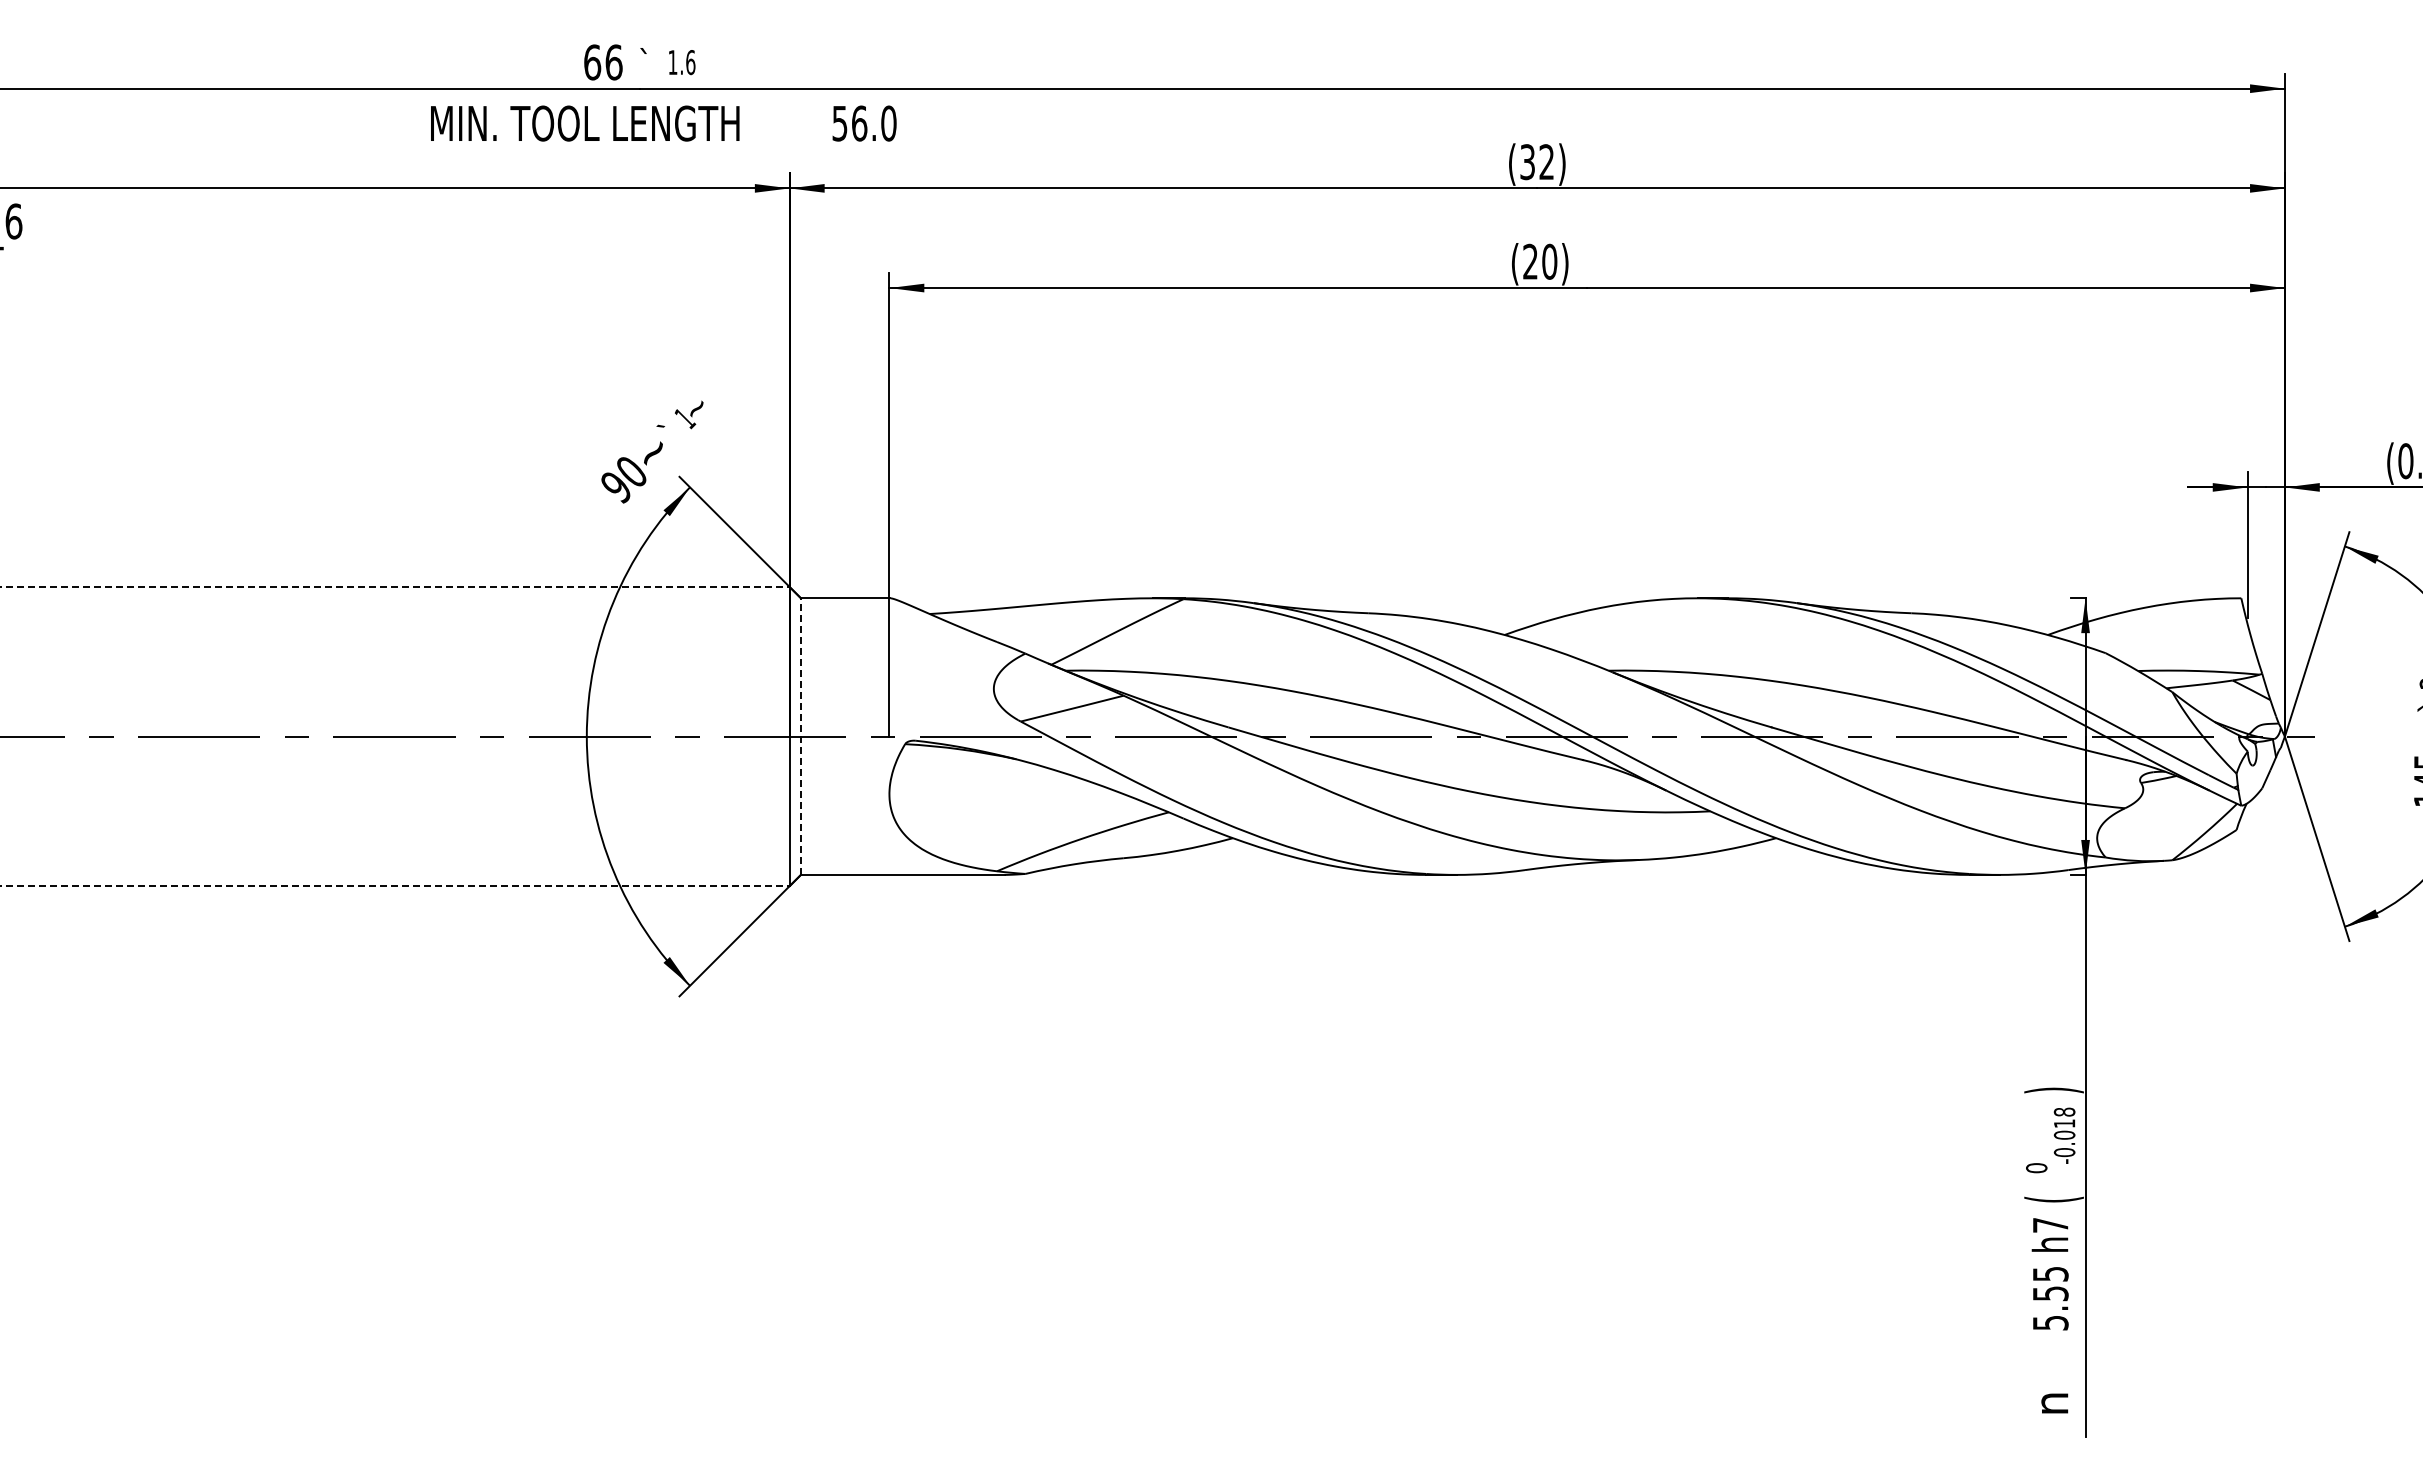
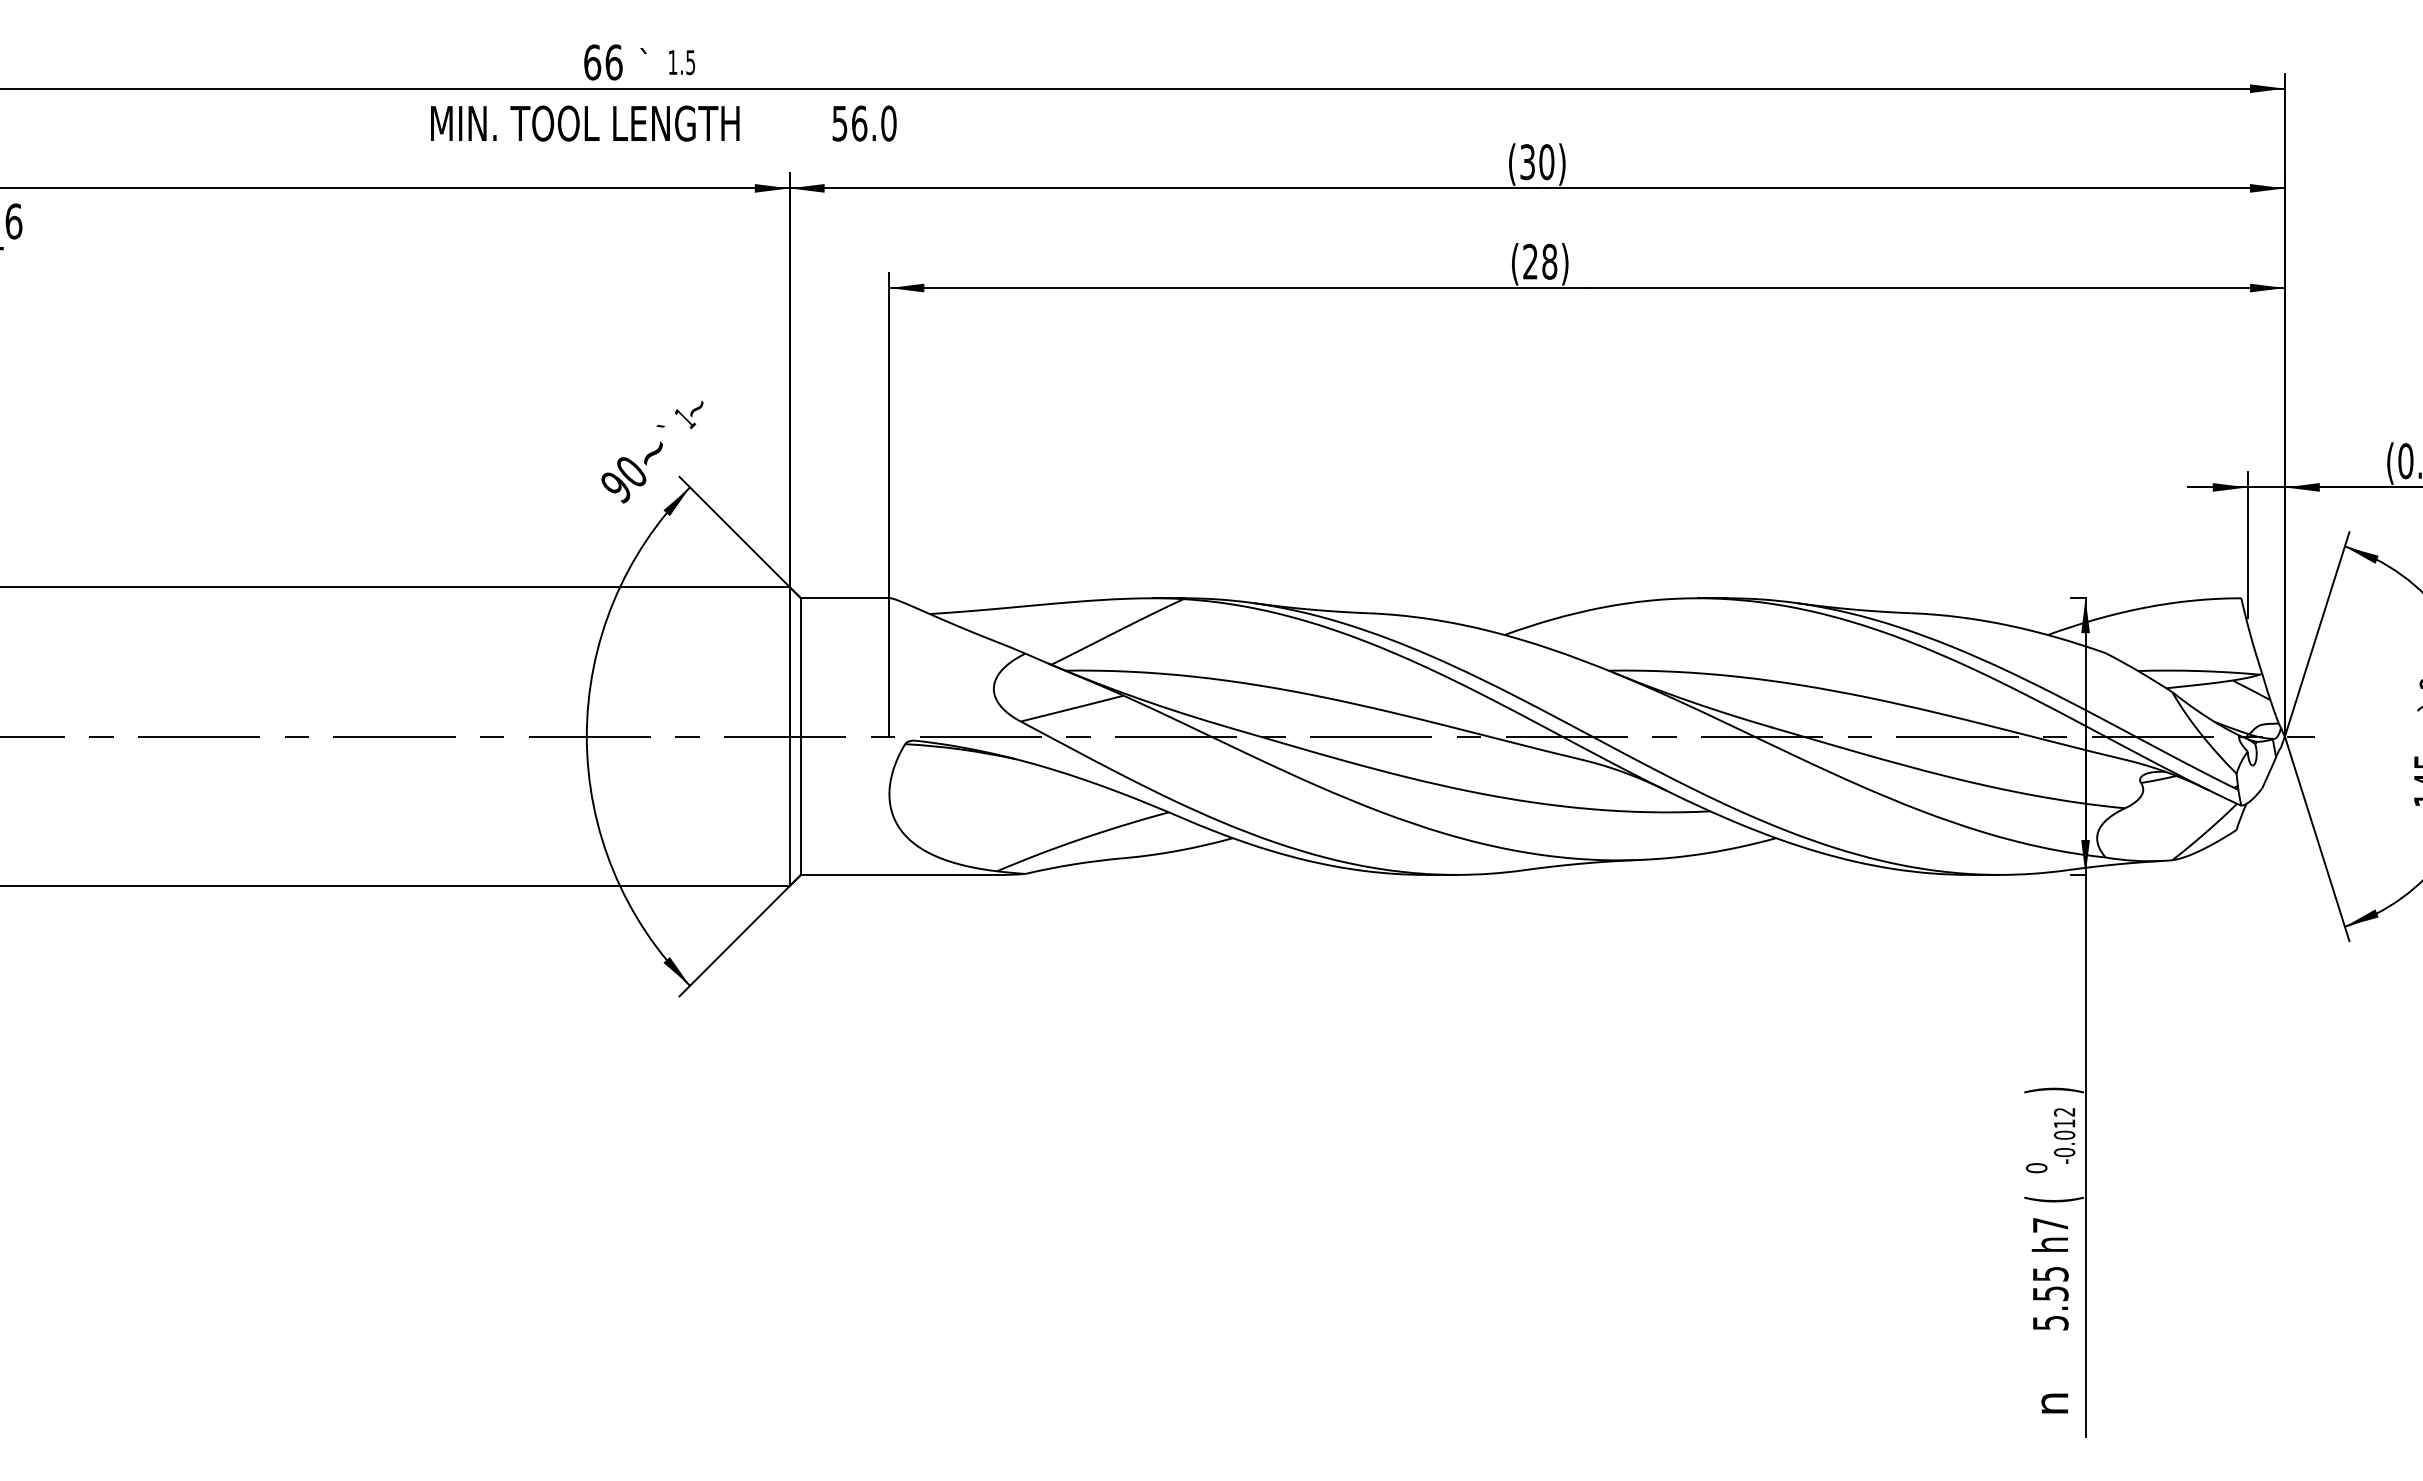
text at (690, 62): 1.6 -> 1.5
text at (1546, 162): (32) -> (30)
text at (1549, 261): (20) -> (28)
line at (394, 587): dashed -> solid
line at (800, 736): dashed -> solid
line at (394, 886): dashed -> solid
text at (2064, 1111): -0.018 -> -0.012
